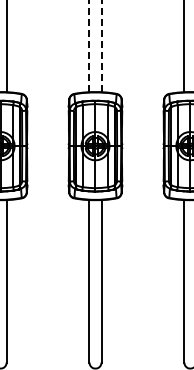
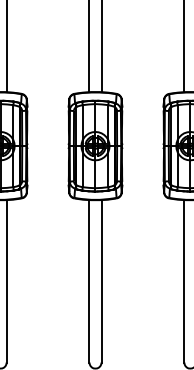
line at (89, 46): dashed -> solid
line at (101, 46): dashed -> solid
